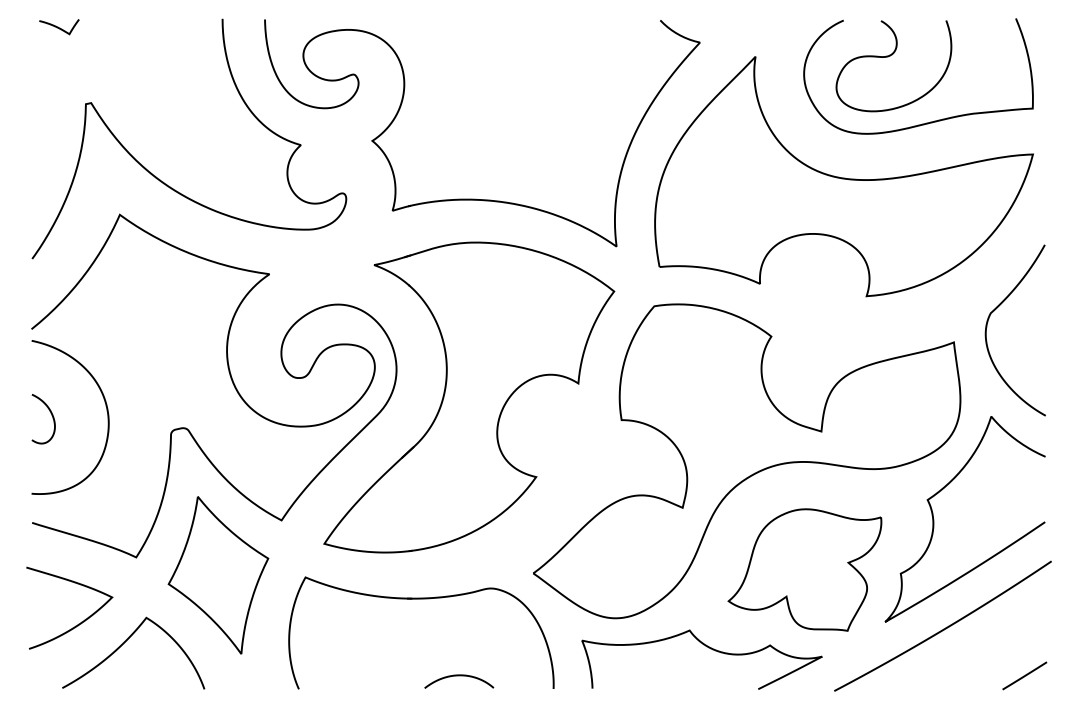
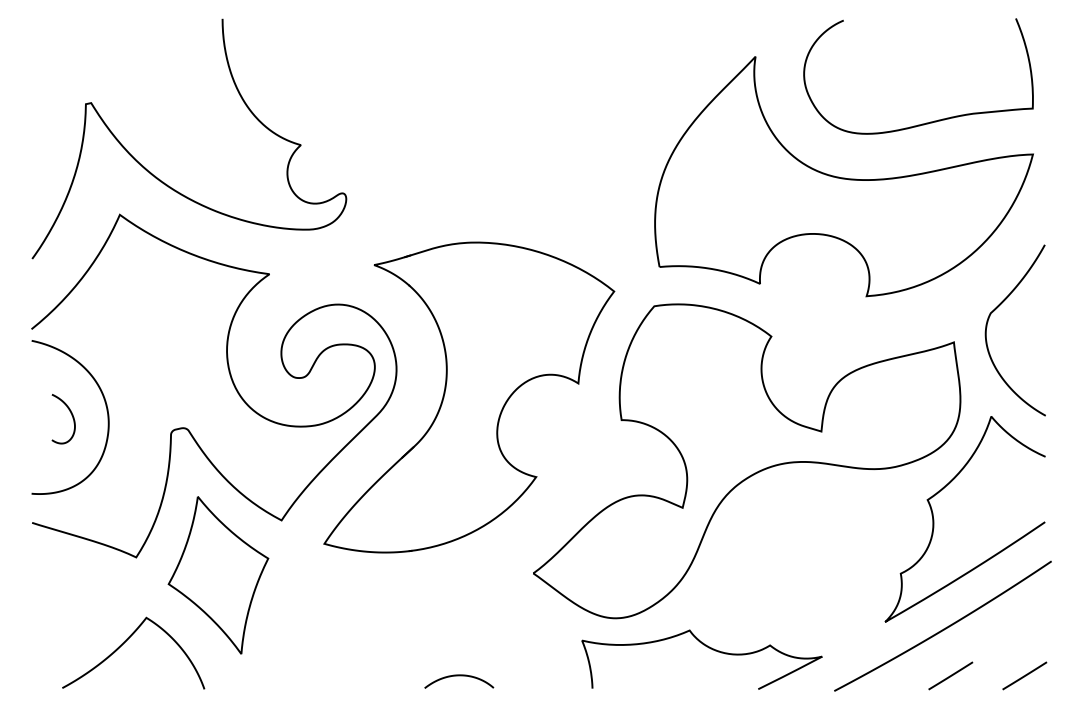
curve at (59, 27): present -> none
curve at (888, 57): present -> none
part at (475, 198): present -> none
curve at (51, 415) position: (51, 415) -> (71, 415)
part at (804, 569): present -> none
part at (421, 599): present -> none
curve at (78, 623): present -> none
line at (950, 675): none -> present
